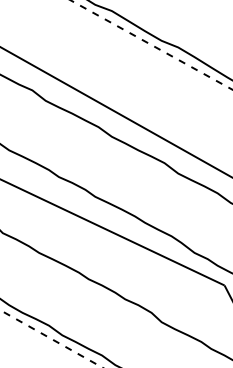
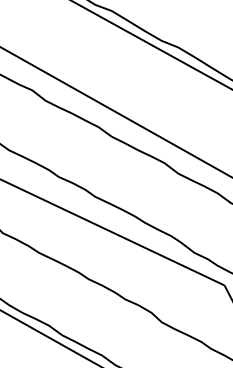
line at (151, 44): dashed -> solid
line at (51, 338): dashed -> solid
